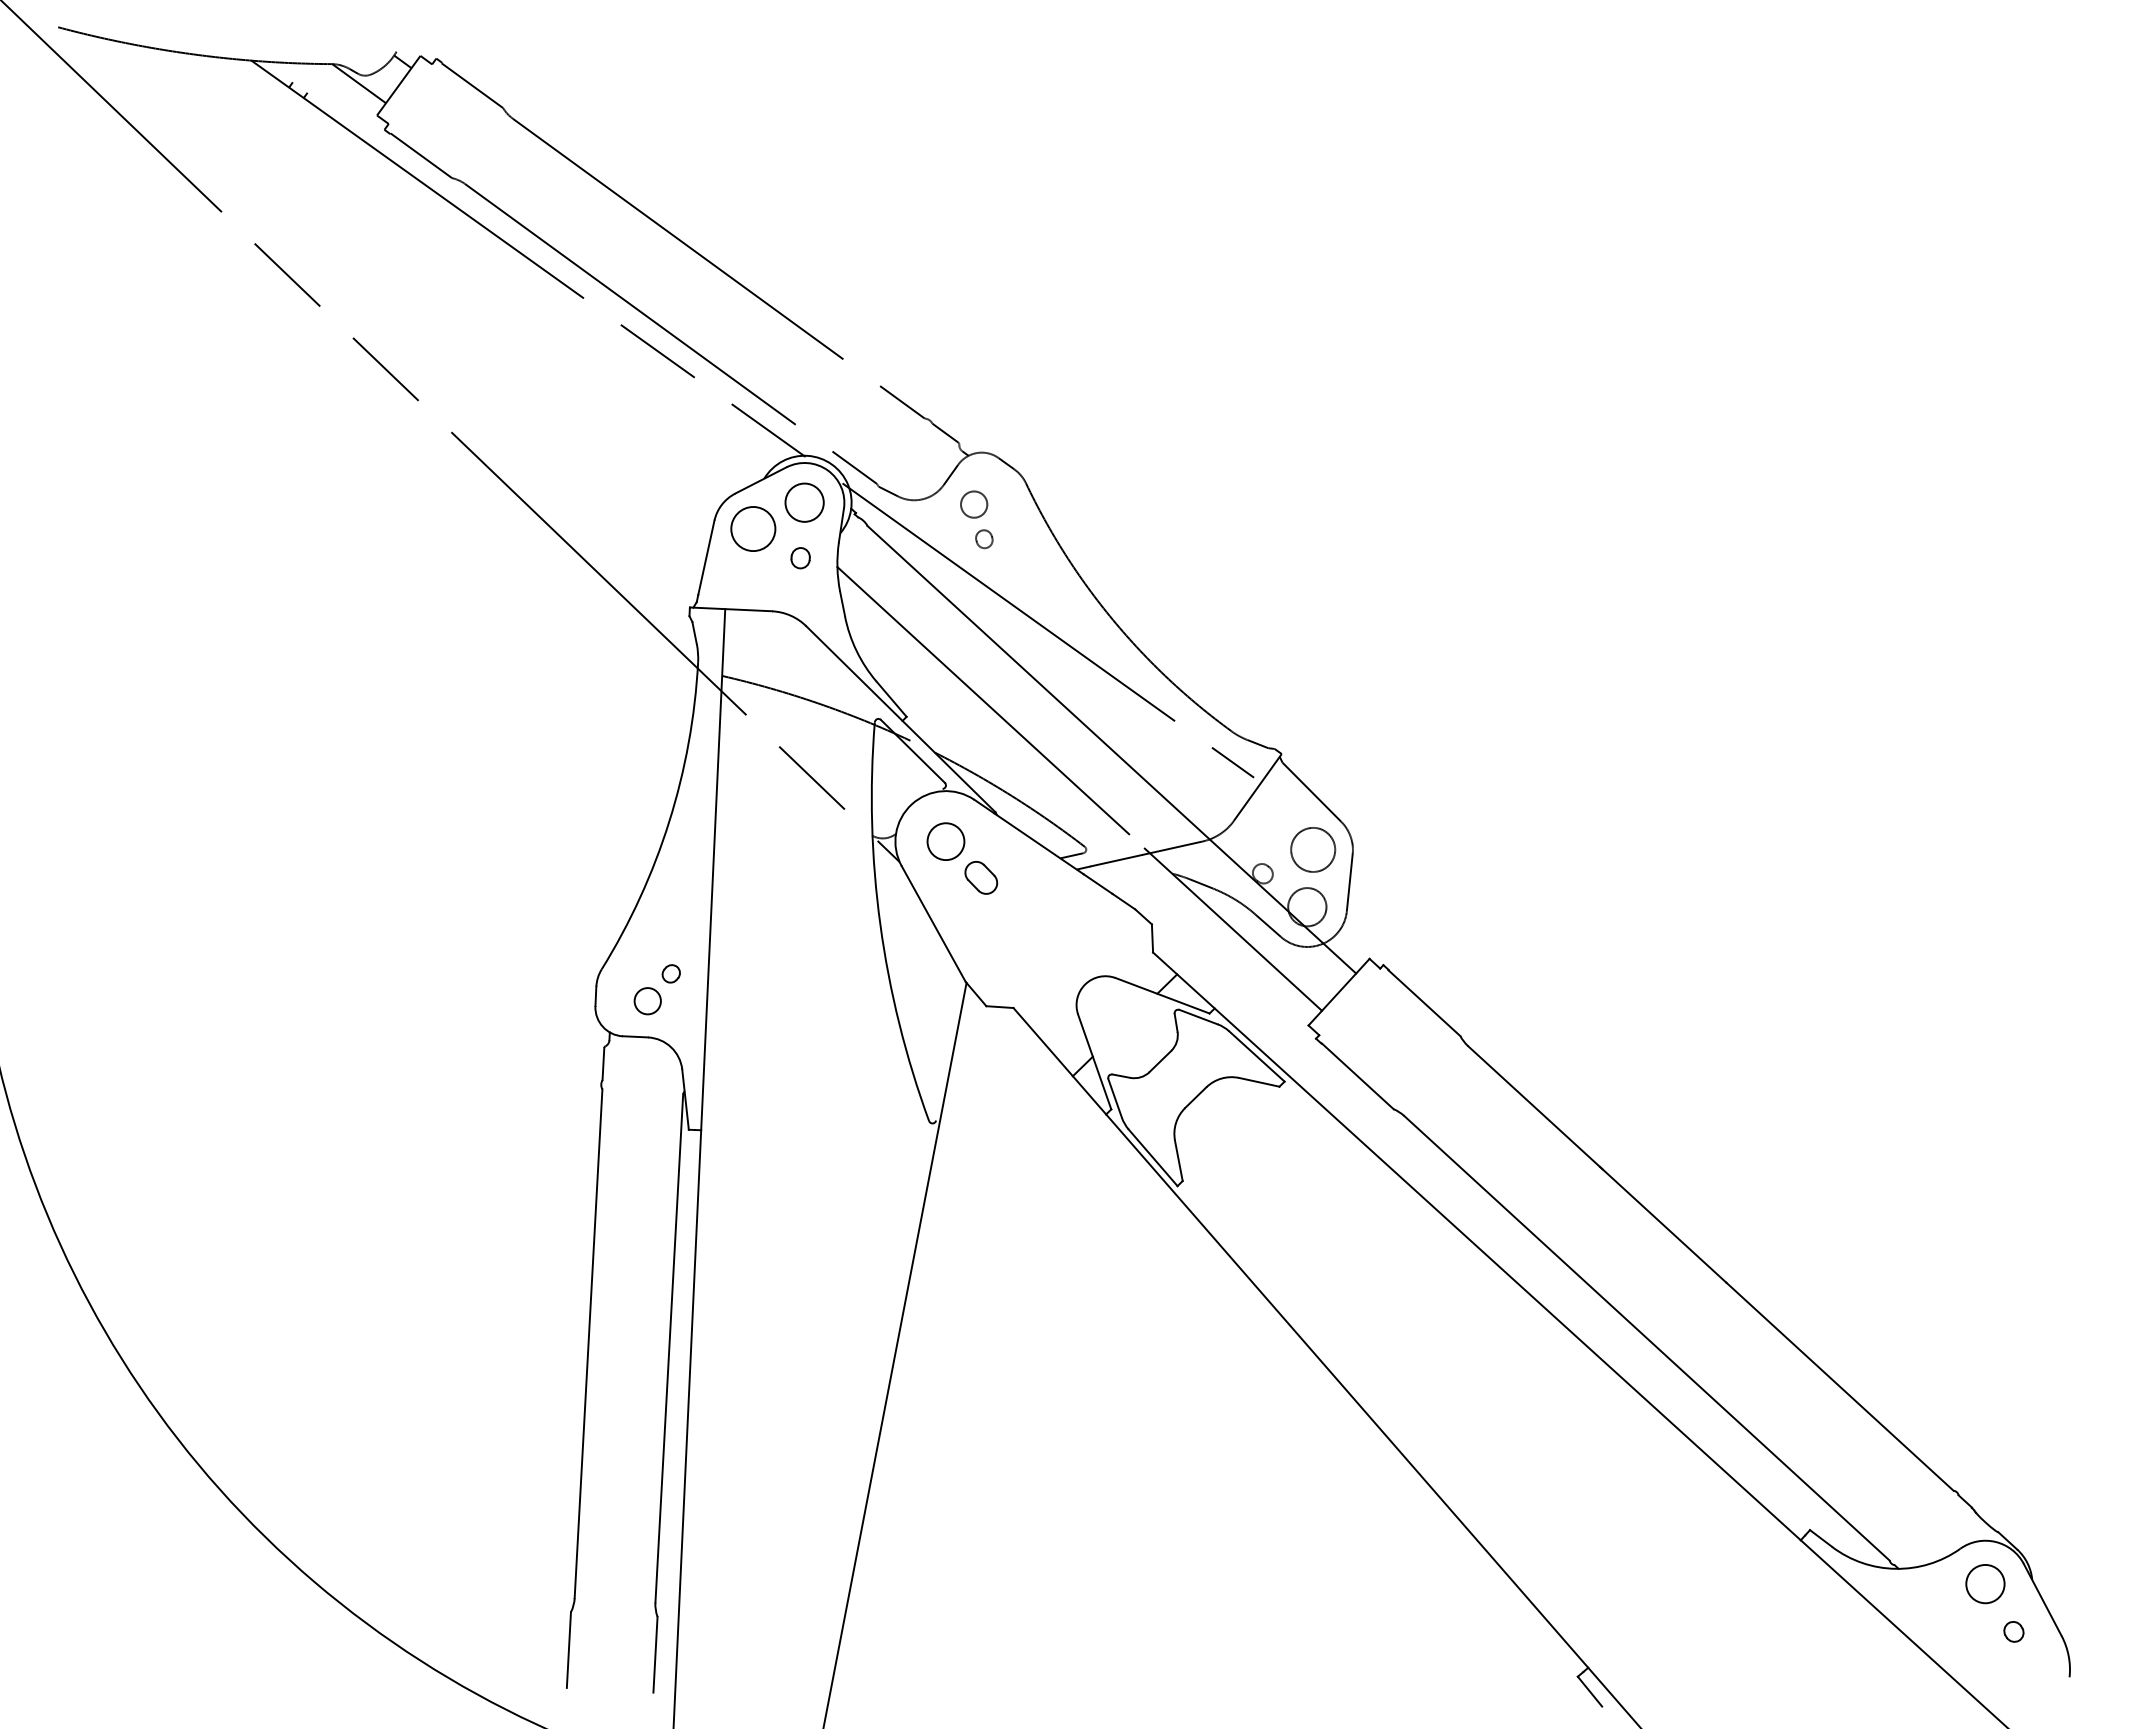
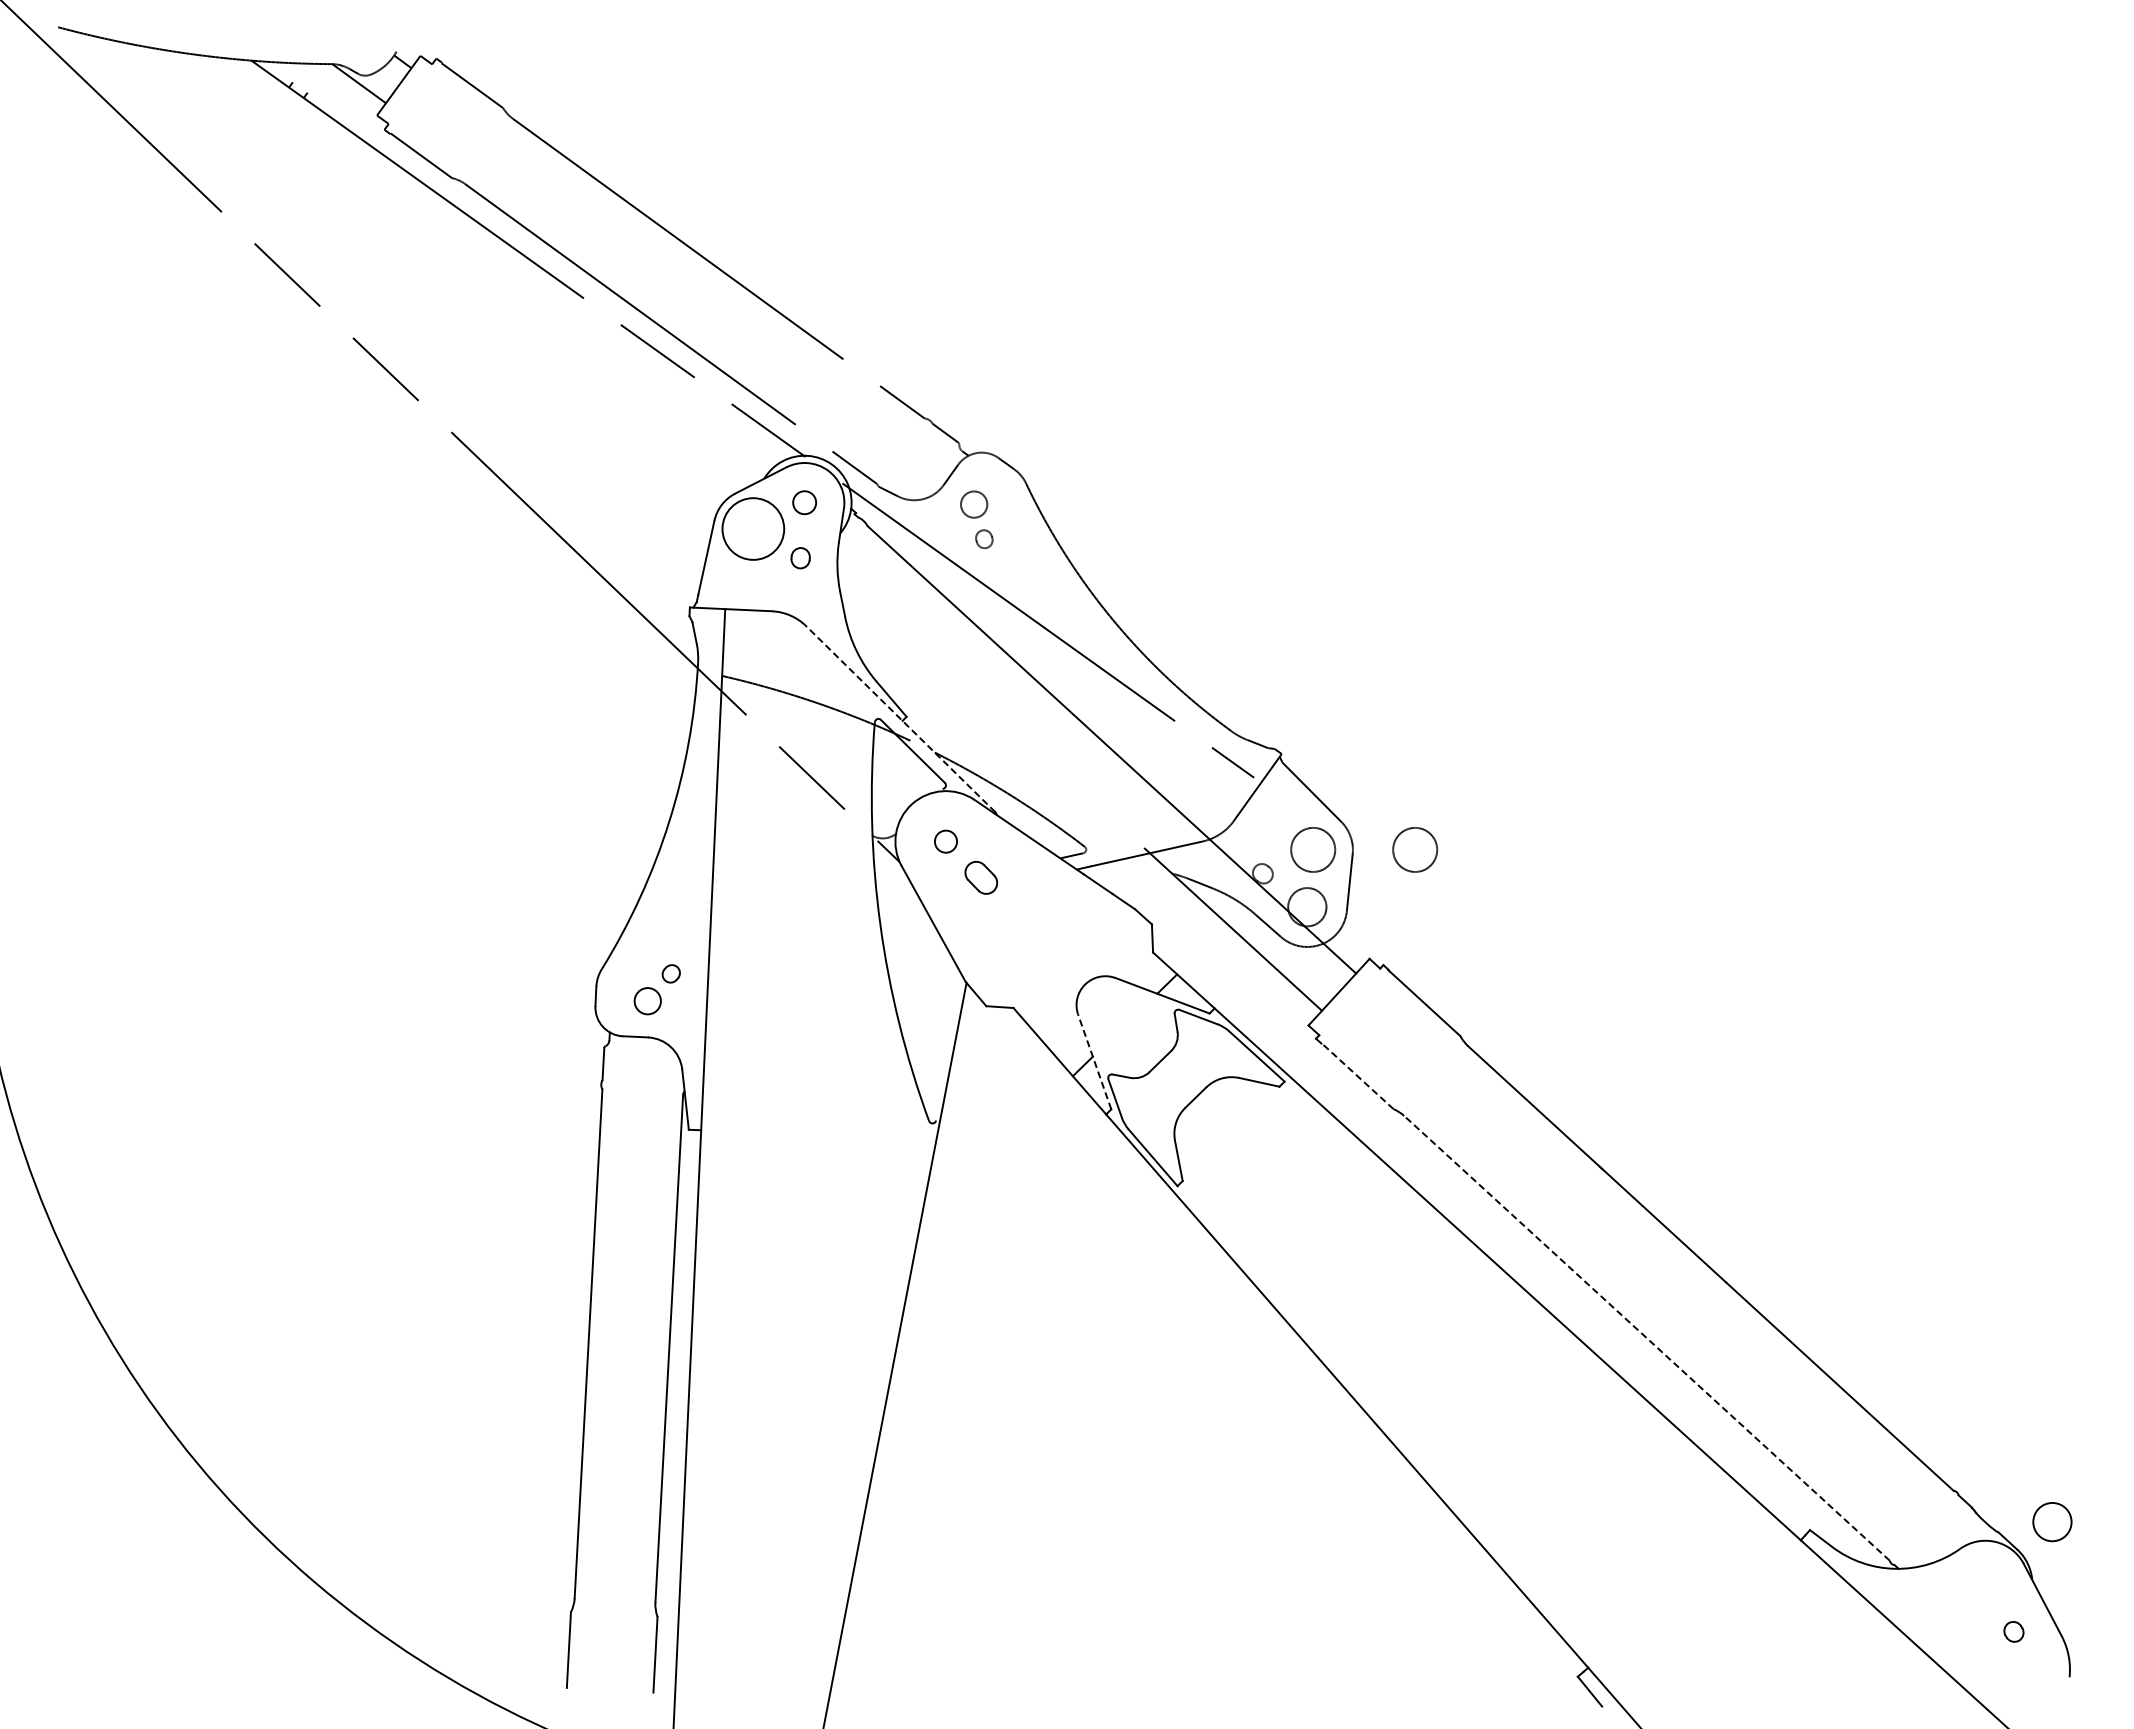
circle at (804, 502) diameter: 38 px -> 23 px
circle at (753, 529) diameter: 44 px -> 62 px
line at (983, 700): present -> none
line at (900, 719): solid -> dashed
circle at (945, 841) diameter: 37 px -> 22 px
circle at (1415, 849): none -> present
line at (1094, 1061): solid -> dashed
line at (1357, 1076): solid -> dashed
line at (1646, 1337): solid -> dashed
circle at (1985, 1584) position: (1985, 1584) -> (2052, 1522)
